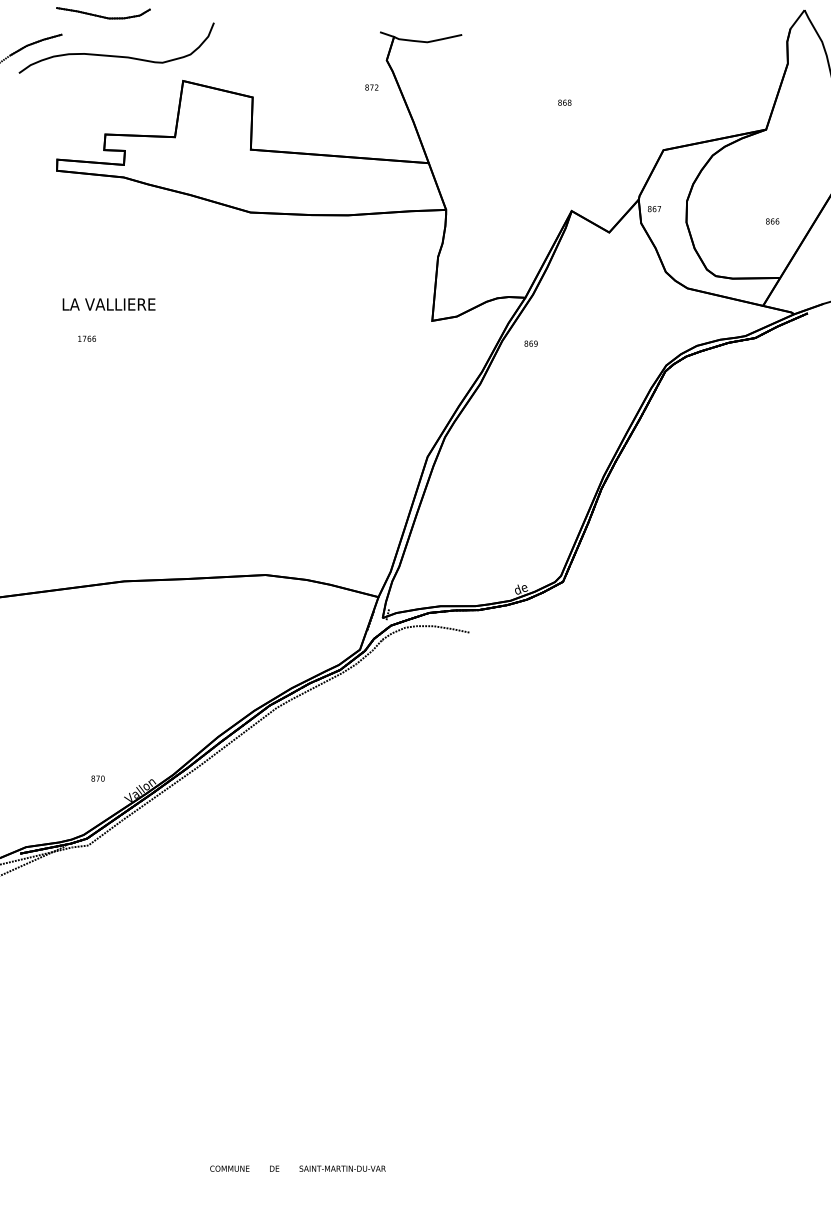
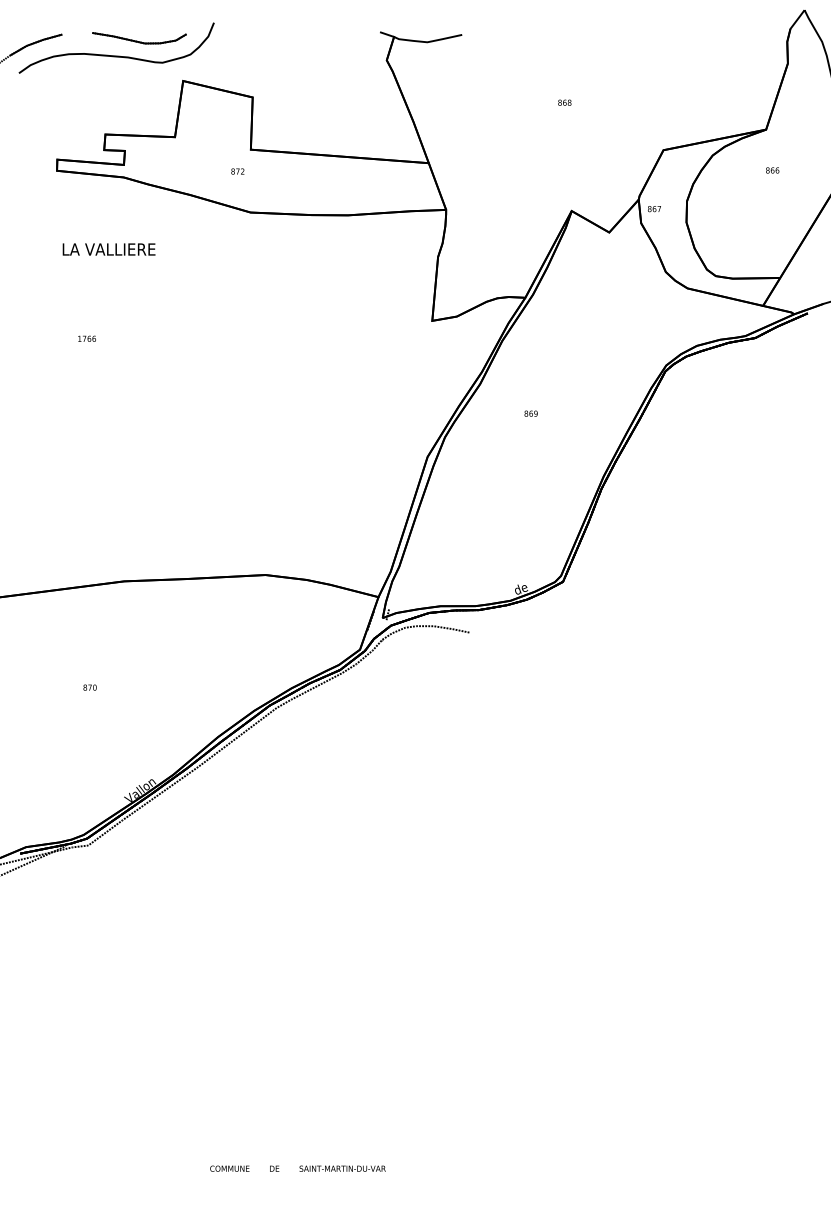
part at (103, 13) position: (103, 13) -> (139, 38)
text at (371, 87) position: (371, 87) -> (237, 171)
text at (772, 221) position: (772, 221) -> (772, 170)
text at (108, 304) position: (108, 304) -> (108, 249)
text at (530, 343) position: (530, 343) -> (530, 413)
text at (97, 778) position: (97, 778) -> (89, 687)
